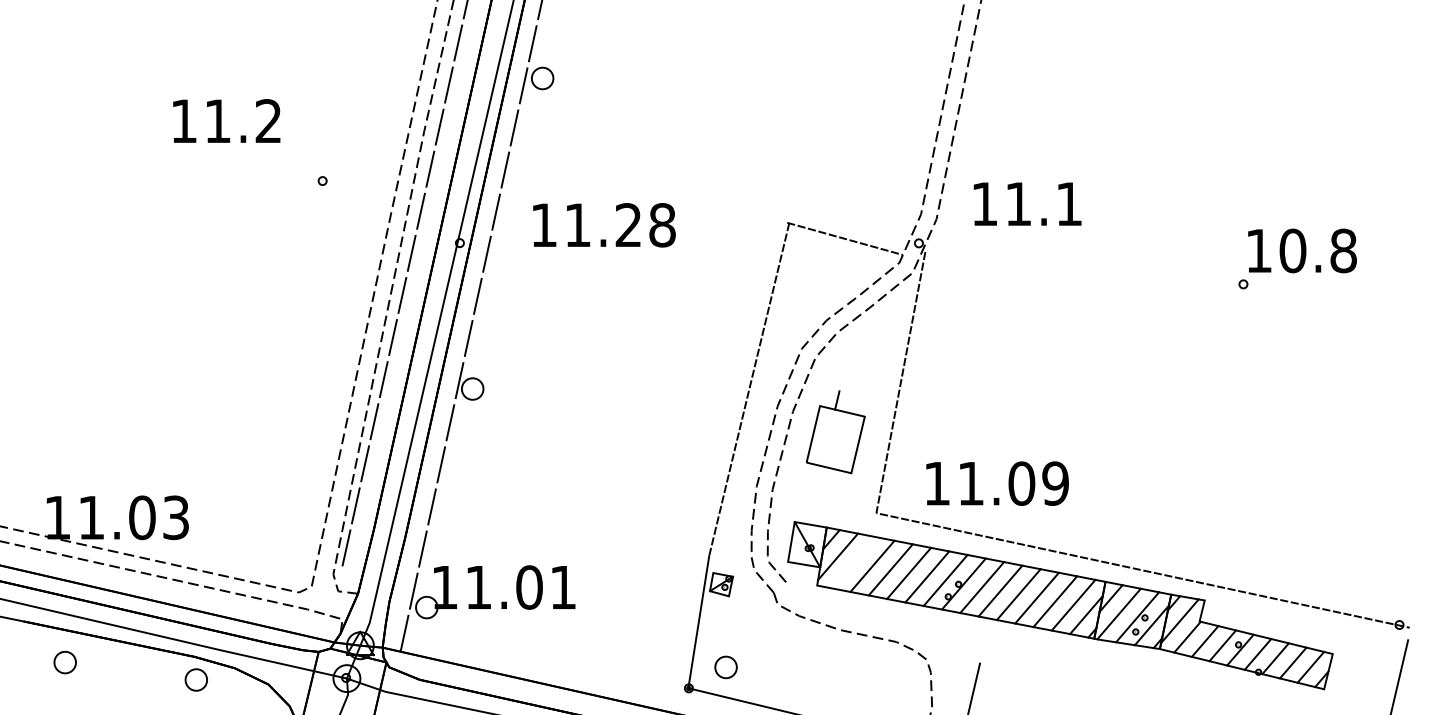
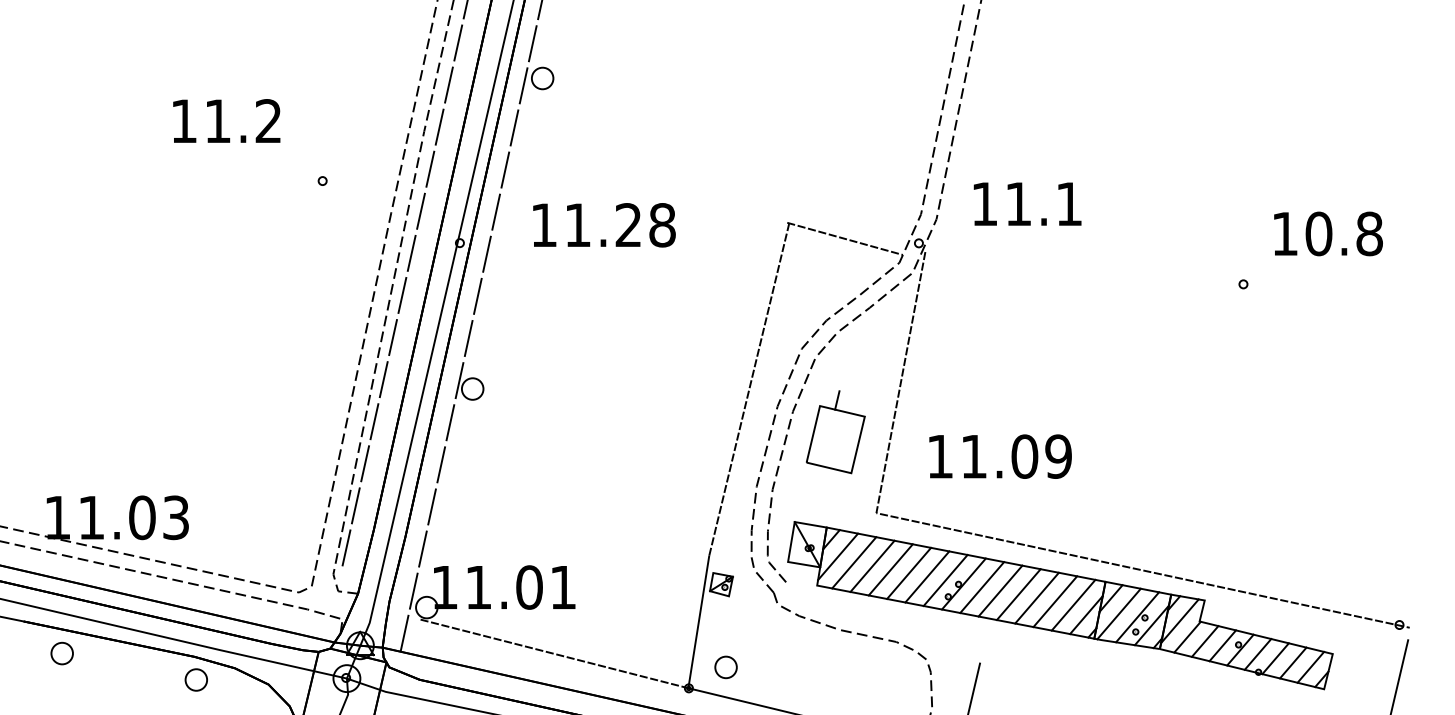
text at (1302, 250) position: (1302, 250) -> (1328, 233)
text at (997, 483) position: (997, 483) -> (1000, 456)
line at (854, 562): none -> present
line at (554, 653): none -> present
part at (64, 662) position: (64, 662) -> (61, 653)
